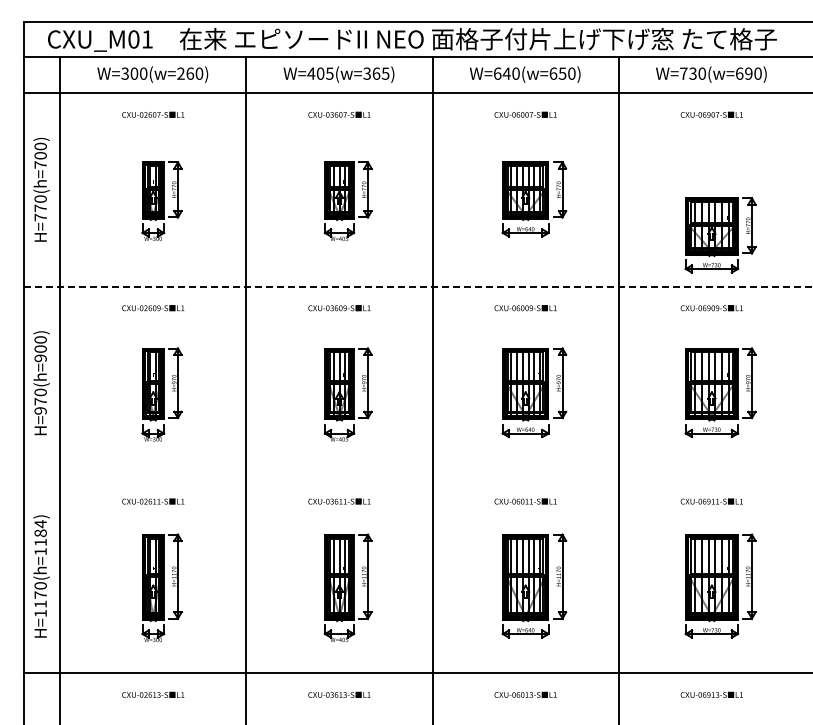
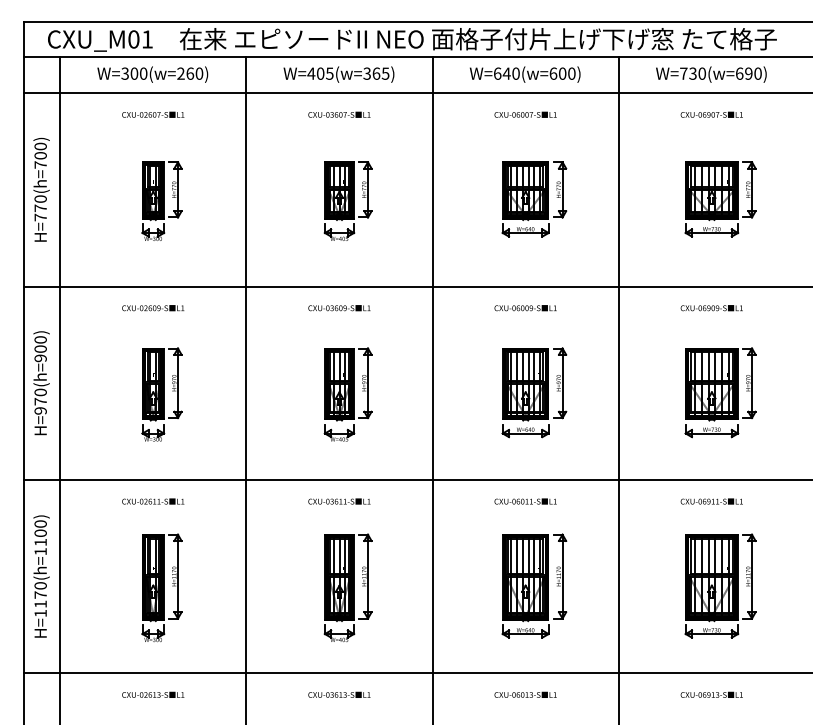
text at (562, 73): W=640(w=650) -> W=640(w=600)
part at (720, 235) position: (720, 235) -> (720, 199)
line at (418, 286): dashed -> solid
line at (416, 479): none -> present
text at (40, 528): H=1170(h=1184) -> H=1170(h=1100)
